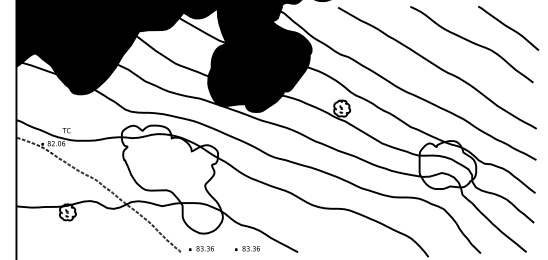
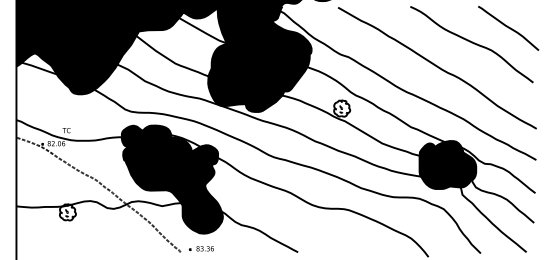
fill at (447, 165): none -> present
fill at (171, 179): none -> present
part at (247, 248): present -> none
